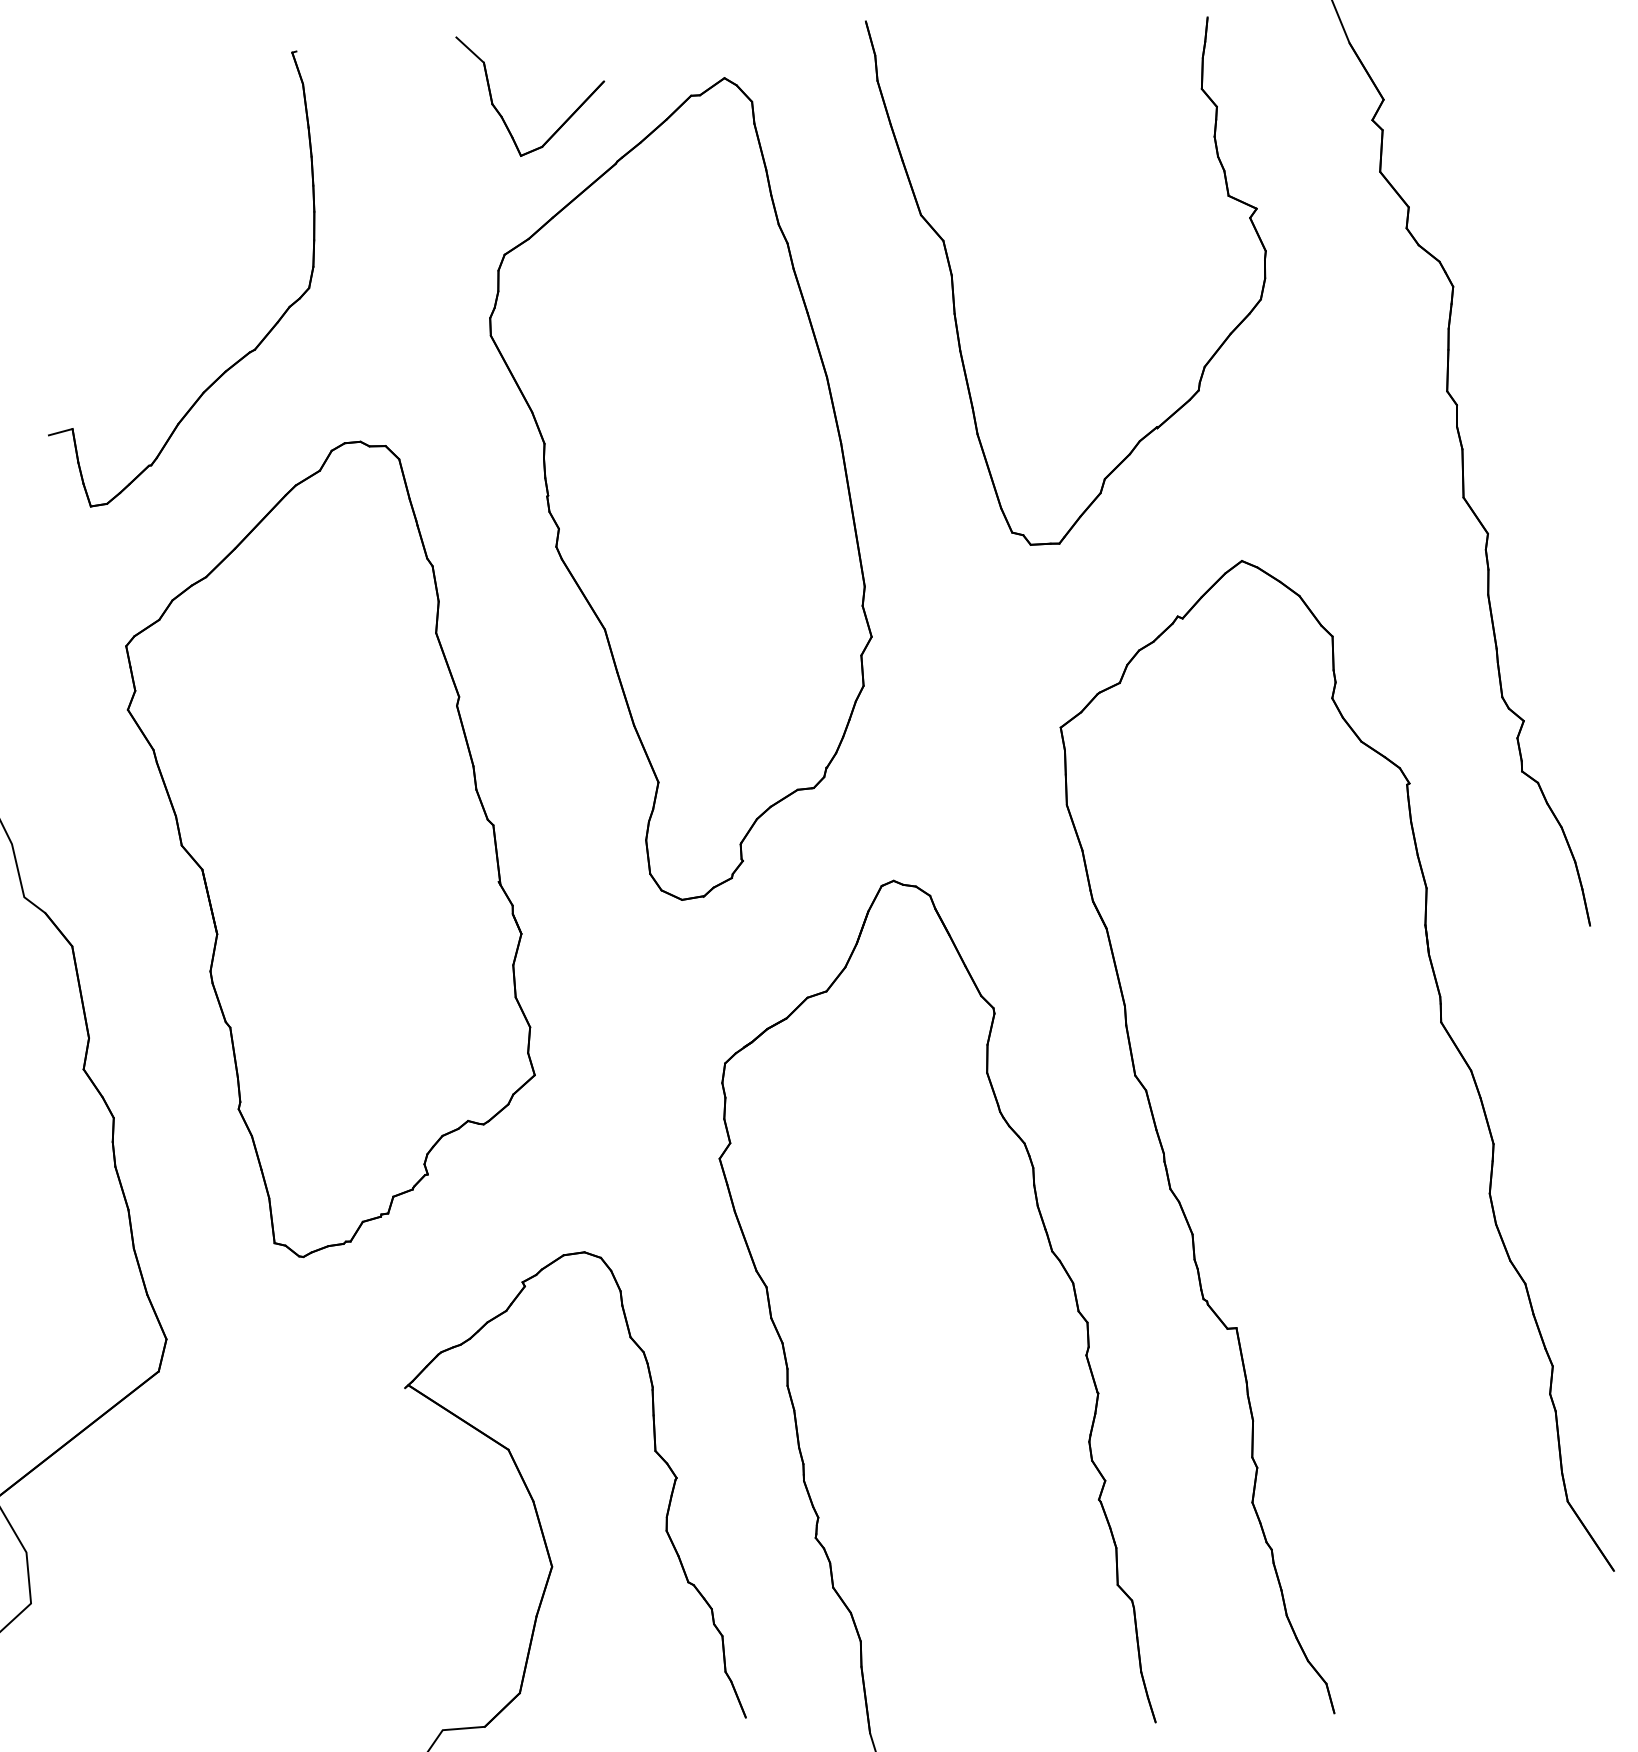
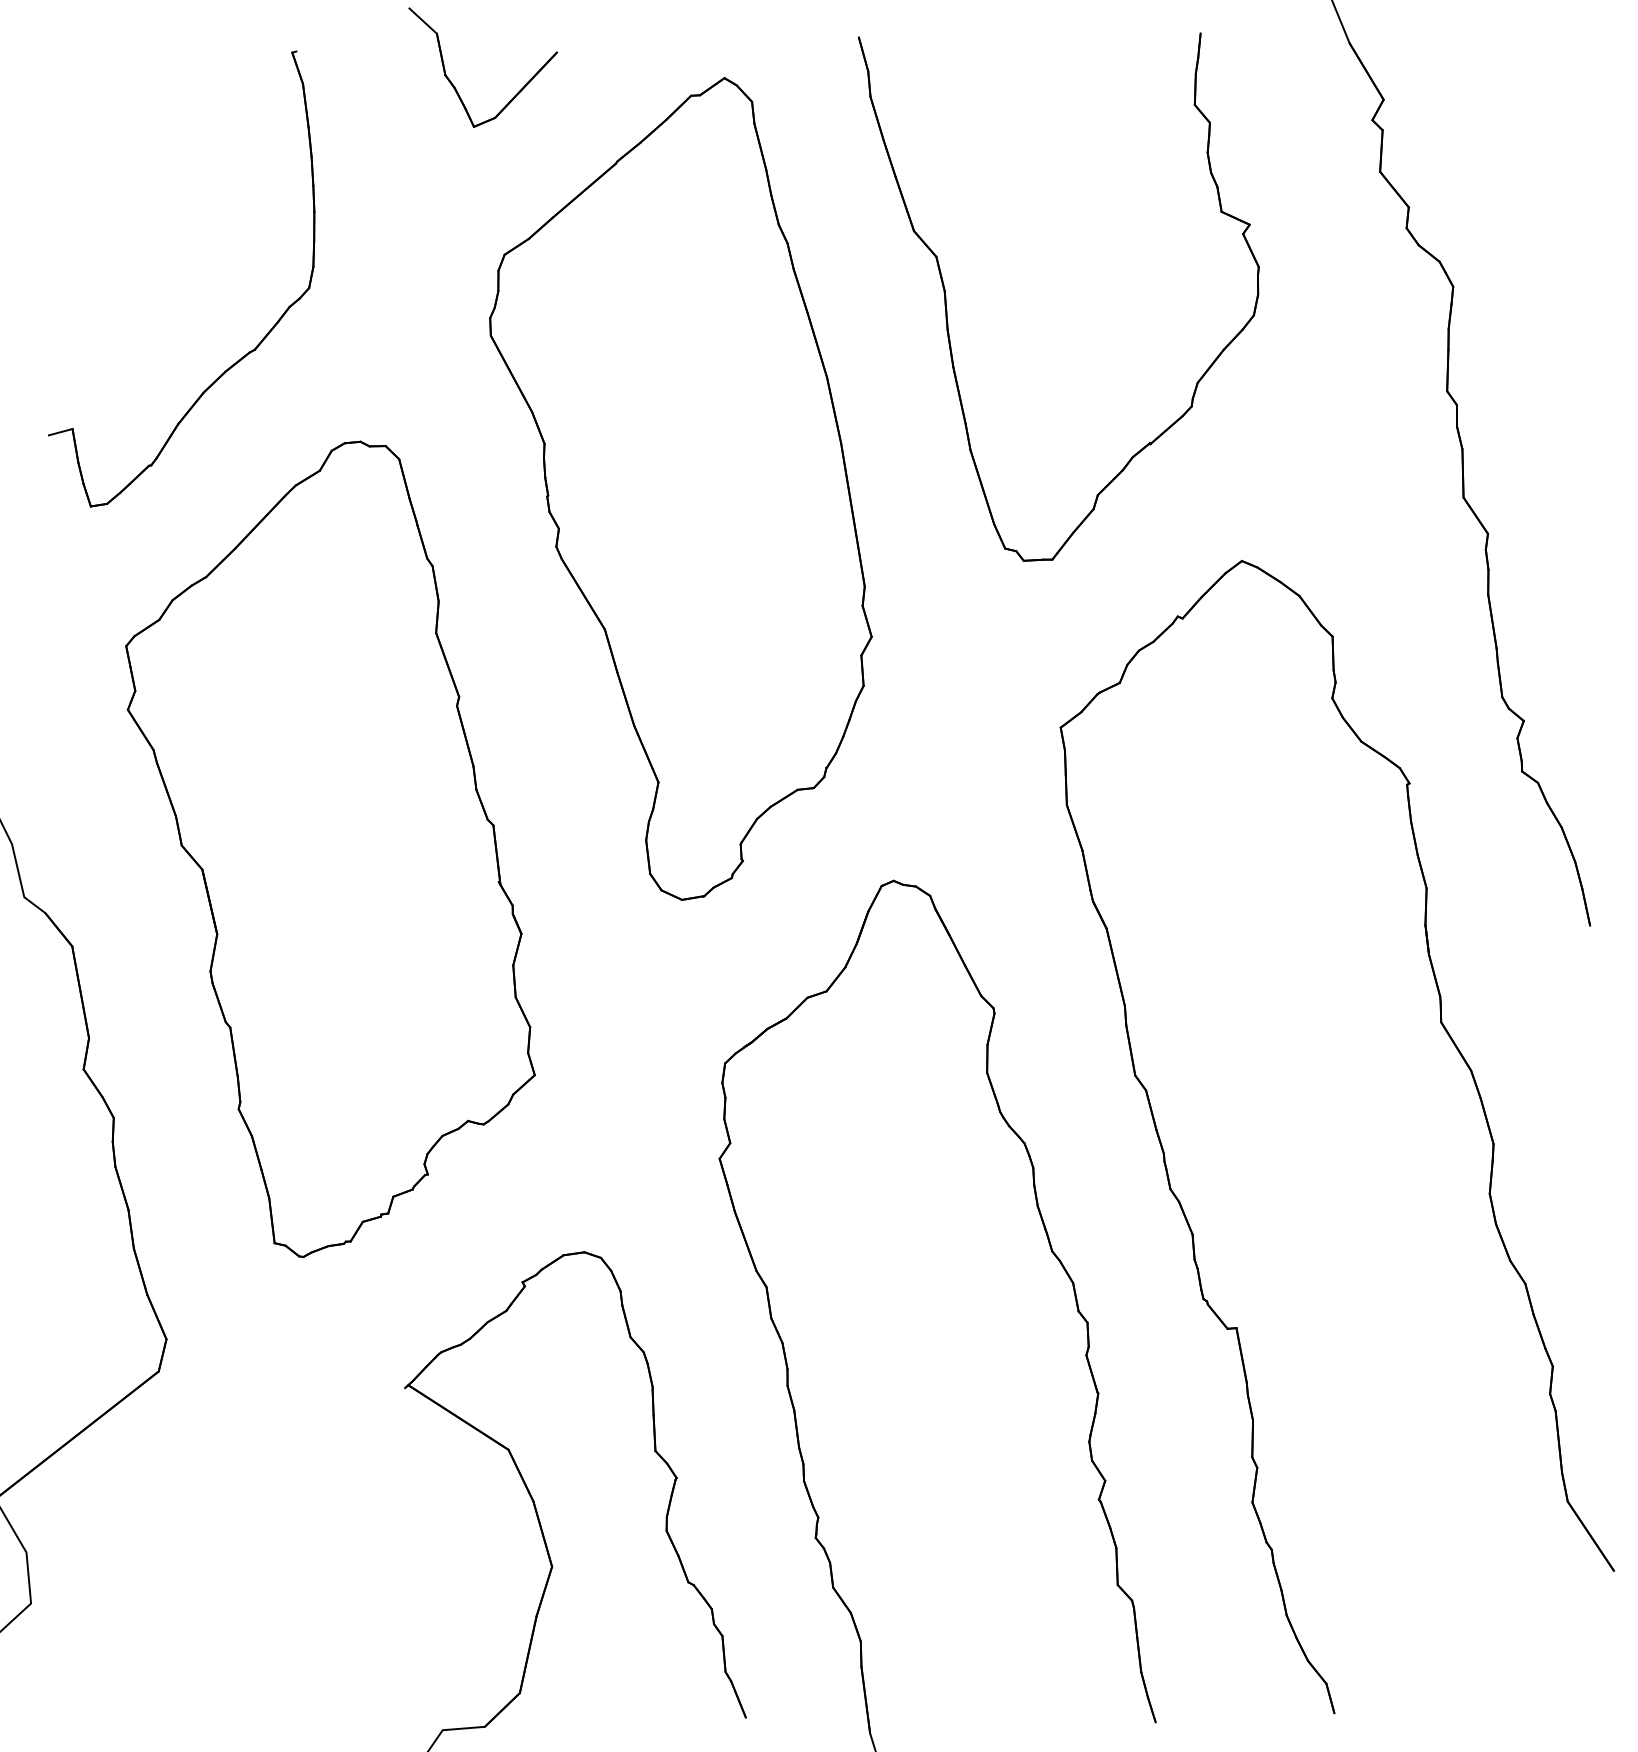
part at (501, 114) position: (501, 114) -> (454, 85)
part at (954, 293) position: (954, 293) -> (947, 309)
